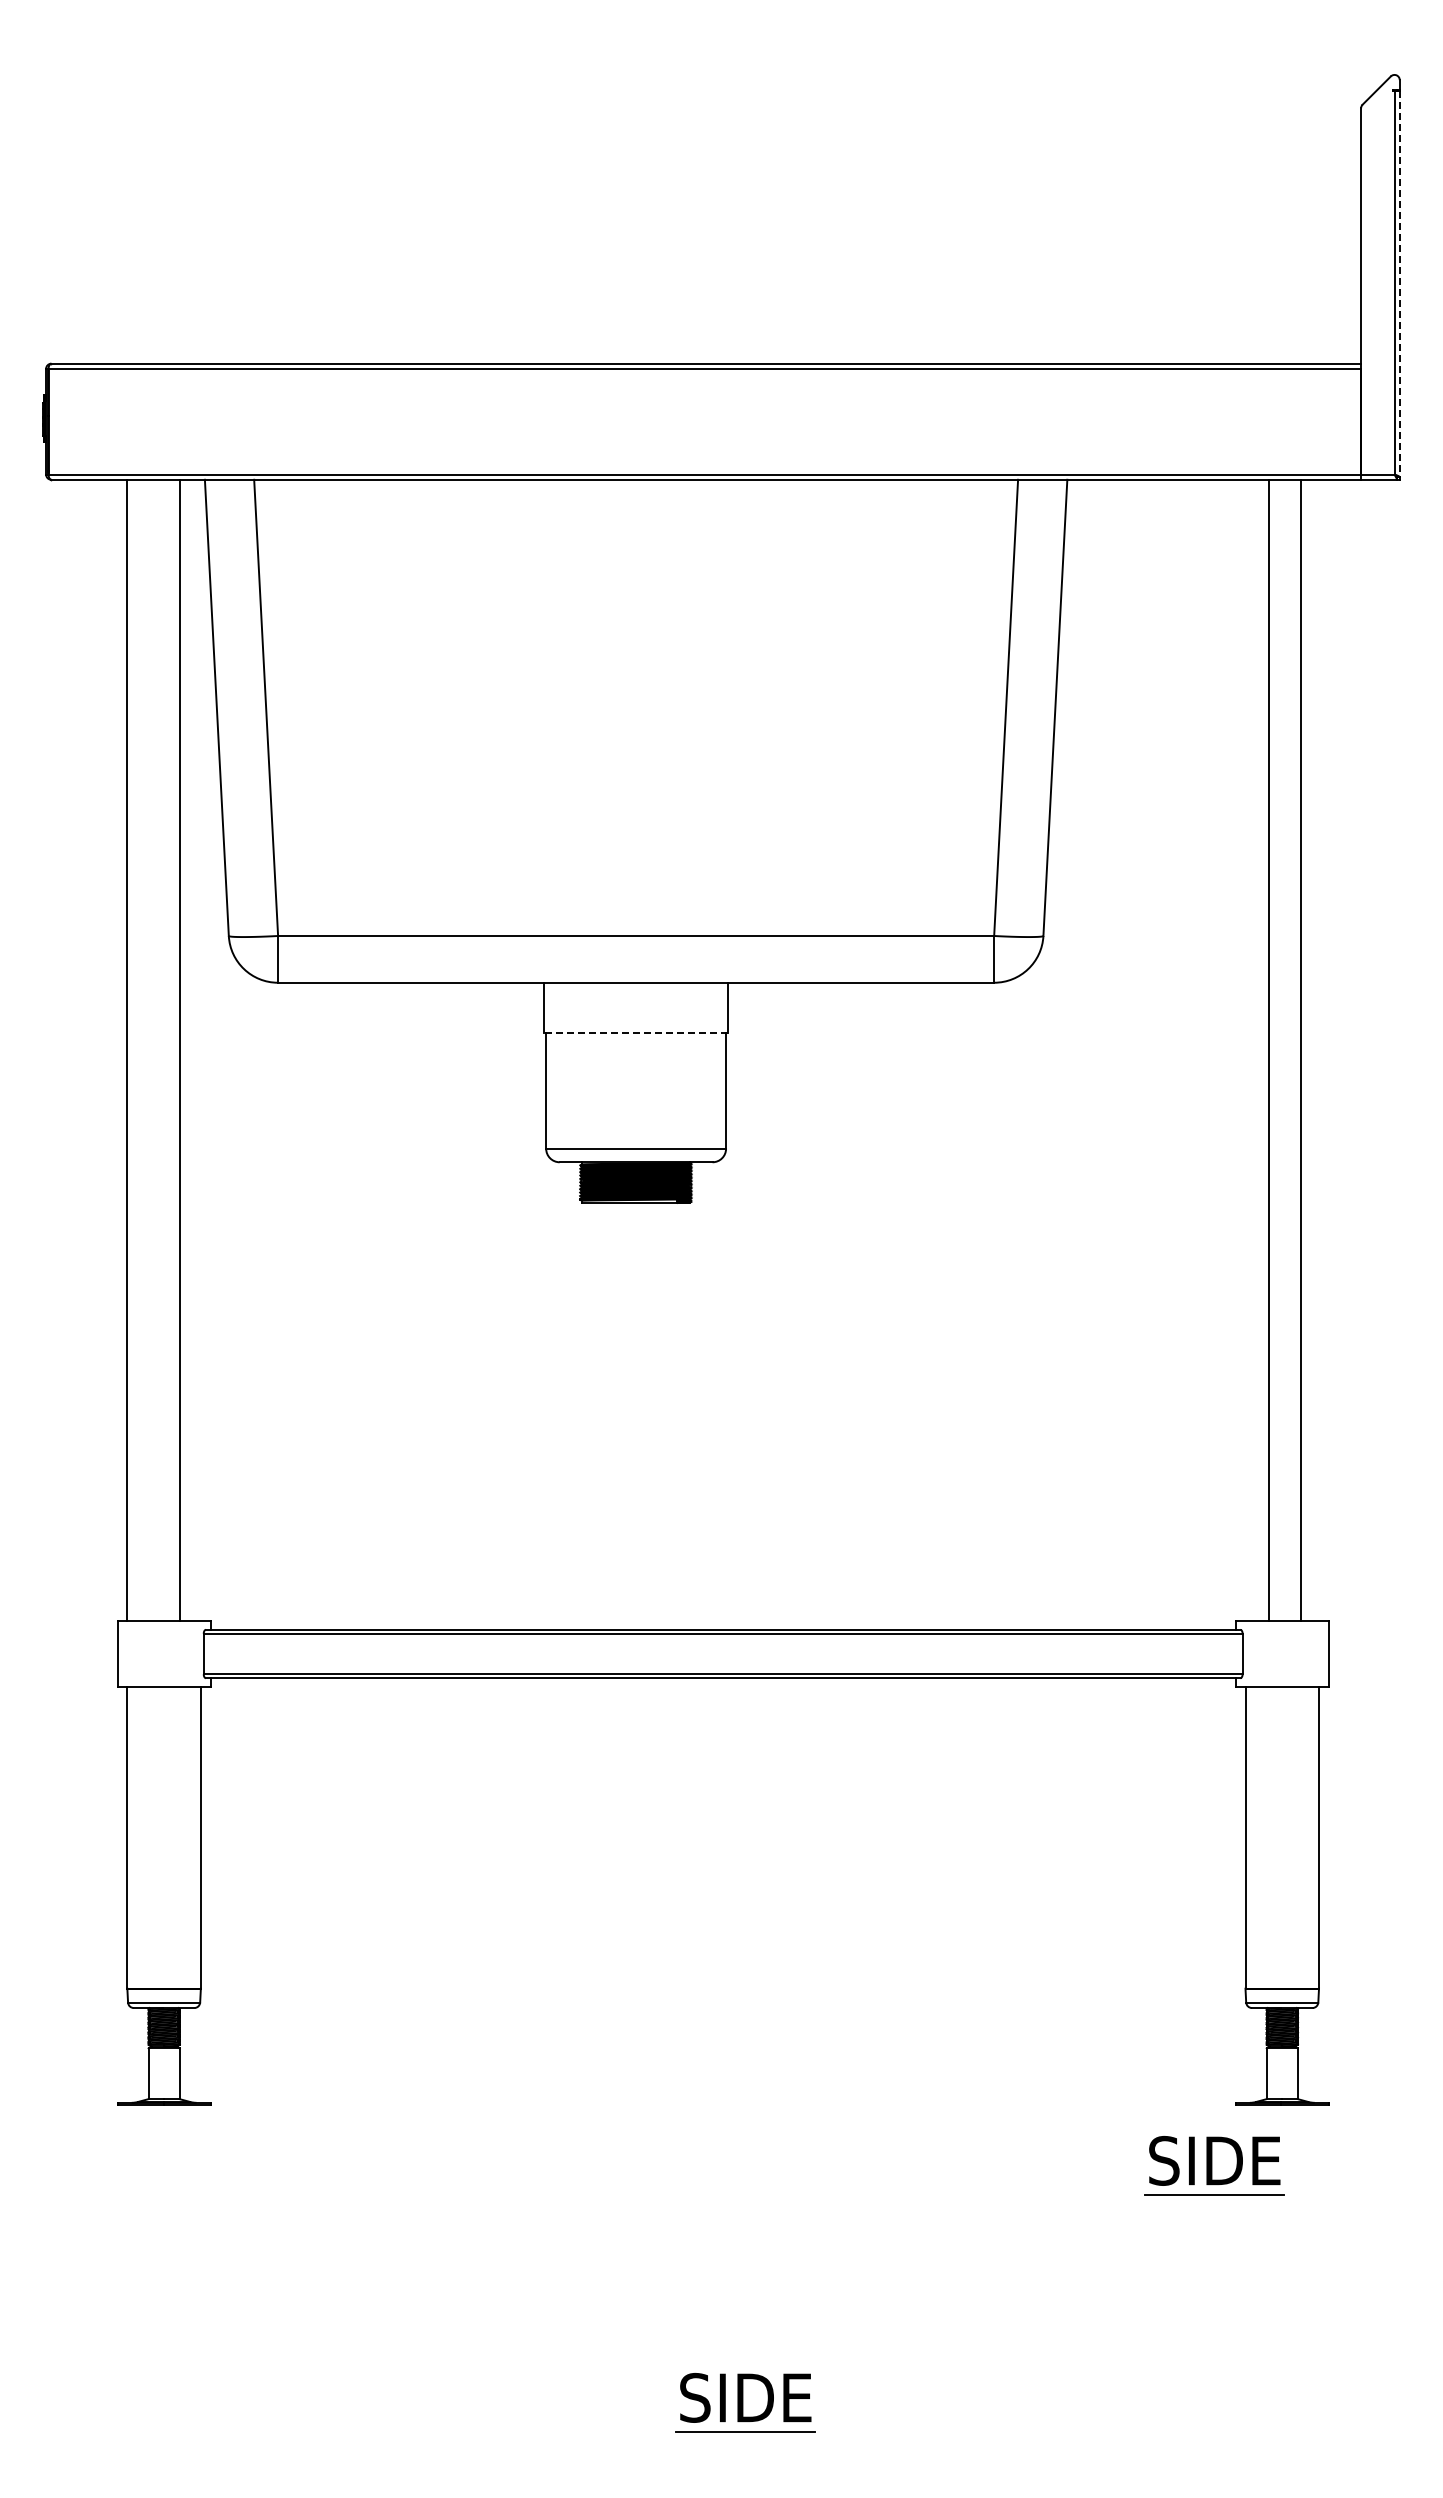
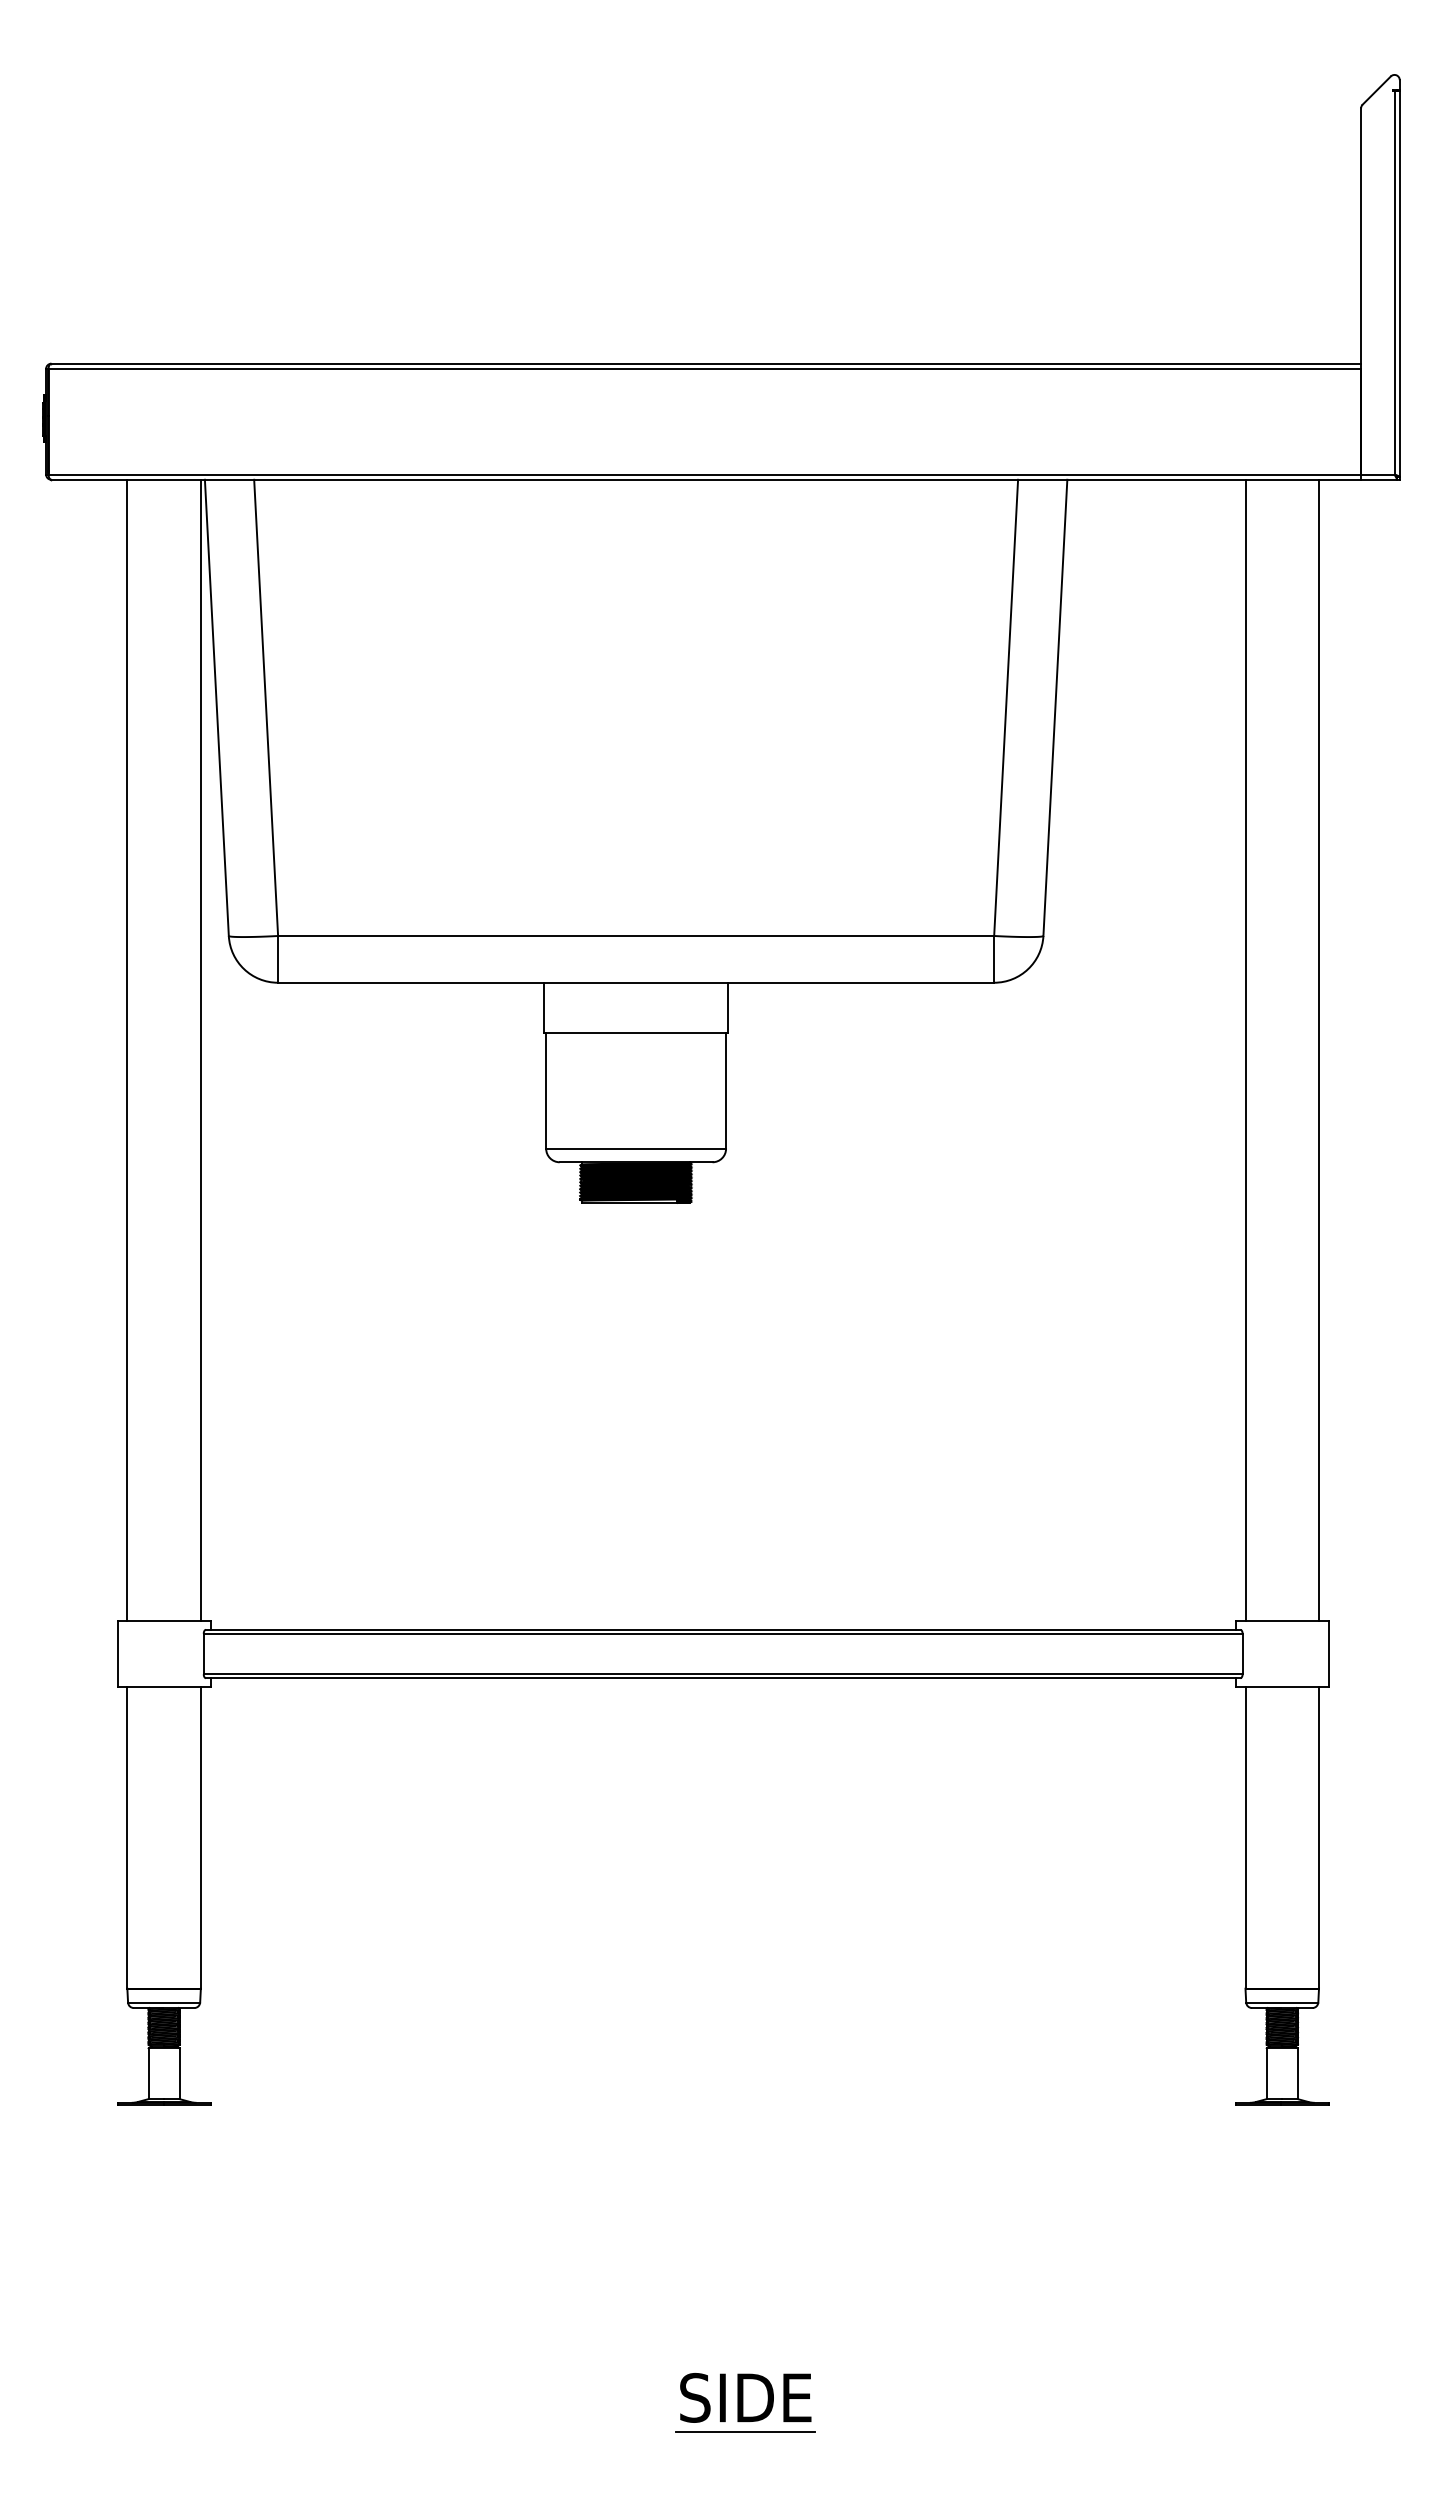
line at (1399, 284): dashed -> solid
line at (636, 1032): dashed -> solid
line at (179, 1050) position: (179, 1050) -> (200, 1050)
line at (1268, 1050) position: (1268, 1050) -> (1245, 1050)
line at (1301, 1050) position: (1301, 1050) -> (1319, 1050)
part at (1214, 2165): present -> none
